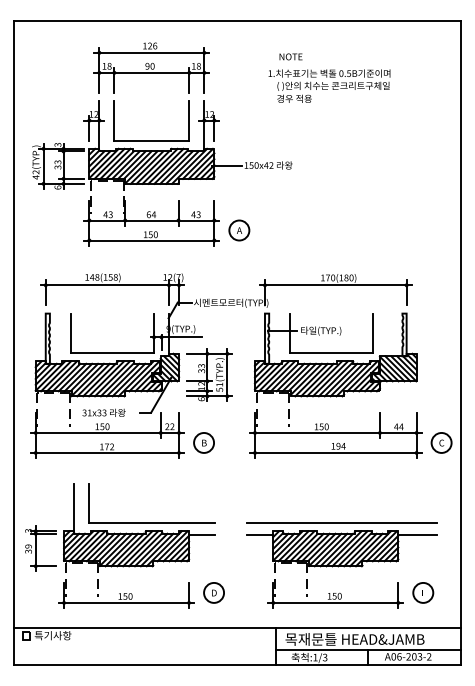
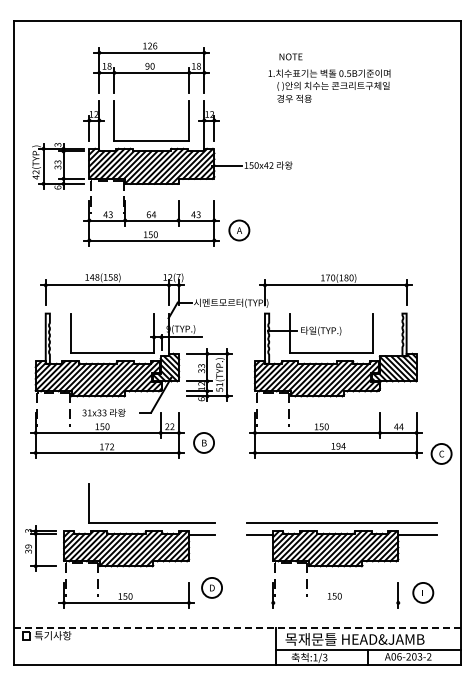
part at (441, 442) position: (441, 442) -> (441, 453)
line at (74, 507): present -> none
part at (213, 592) position: (213, 592) -> (211, 587)
line at (335, 602): present -> none
line at (237, 627): solid -> dashed
